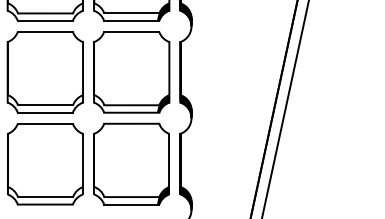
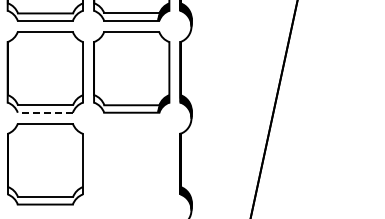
line at (285, 108): present -> none
line at (45, 112): solid -> dashed
part at (131, 163): present -> none
